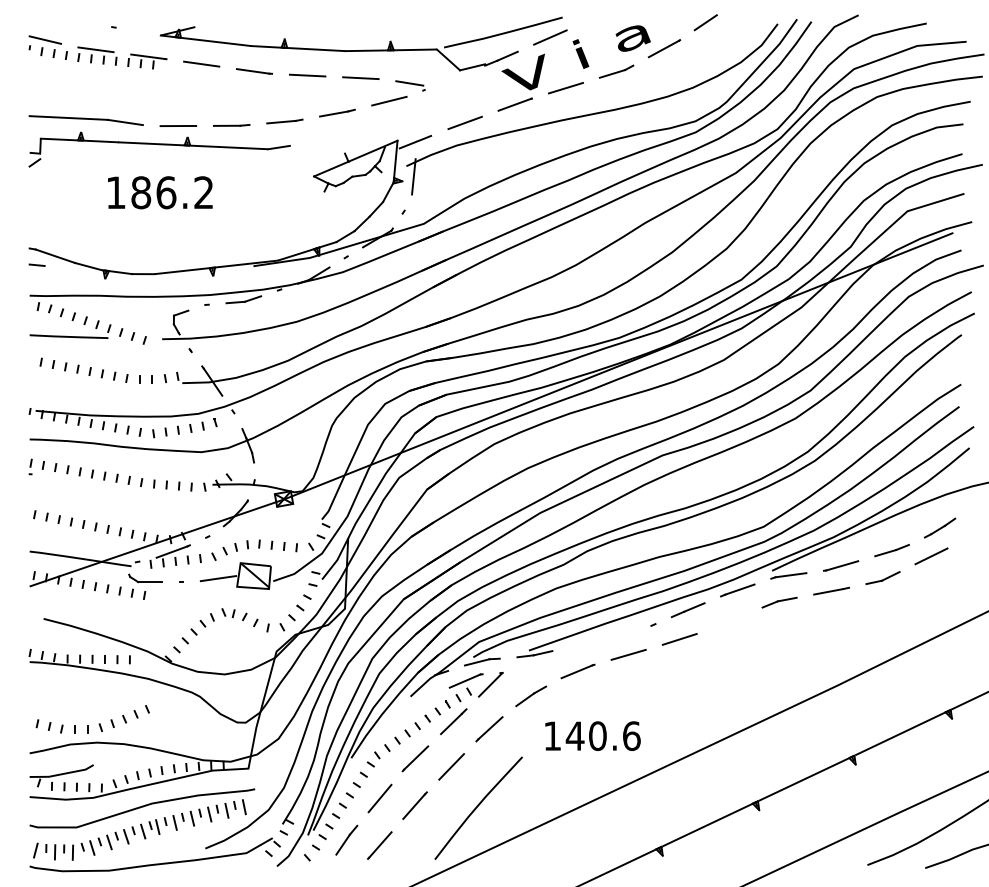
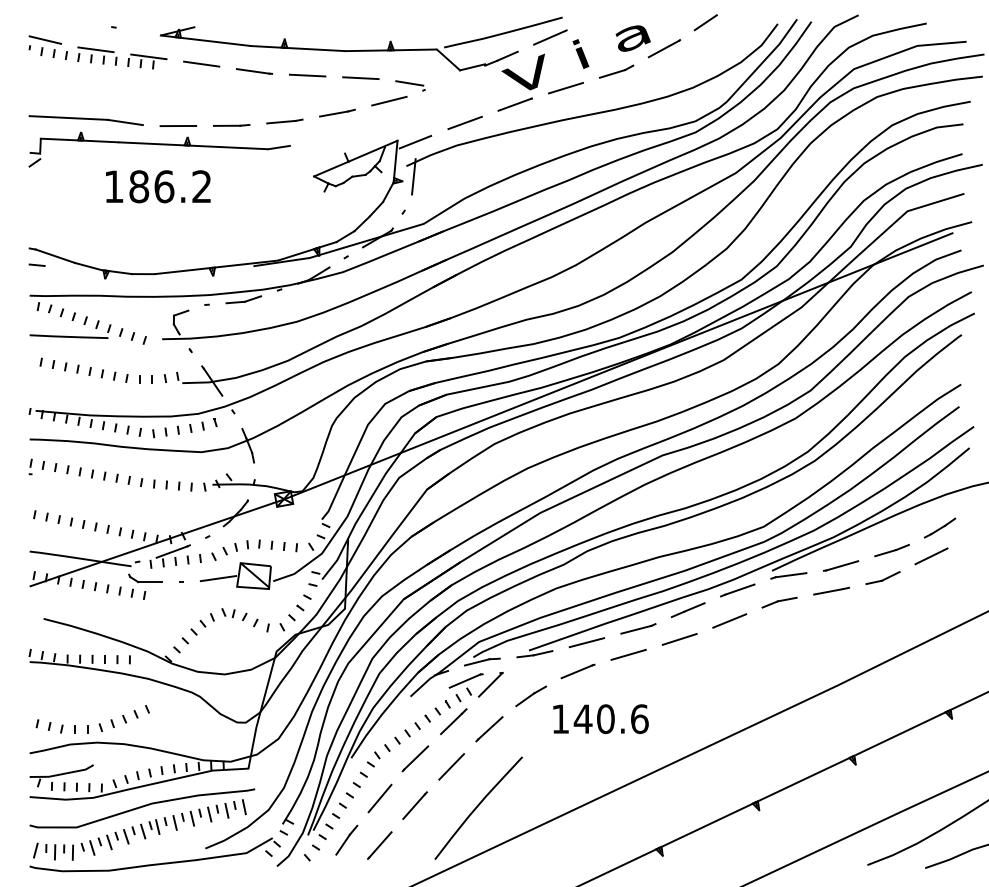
text at (160, 192) position: (160, 192) -> (158, 186)
line at (729, 620): none -> present
line at (636, 629): none -> present
line at (586, 642): none -> present
text at (592, 735) position: (592, 735) -> (600, 718)
